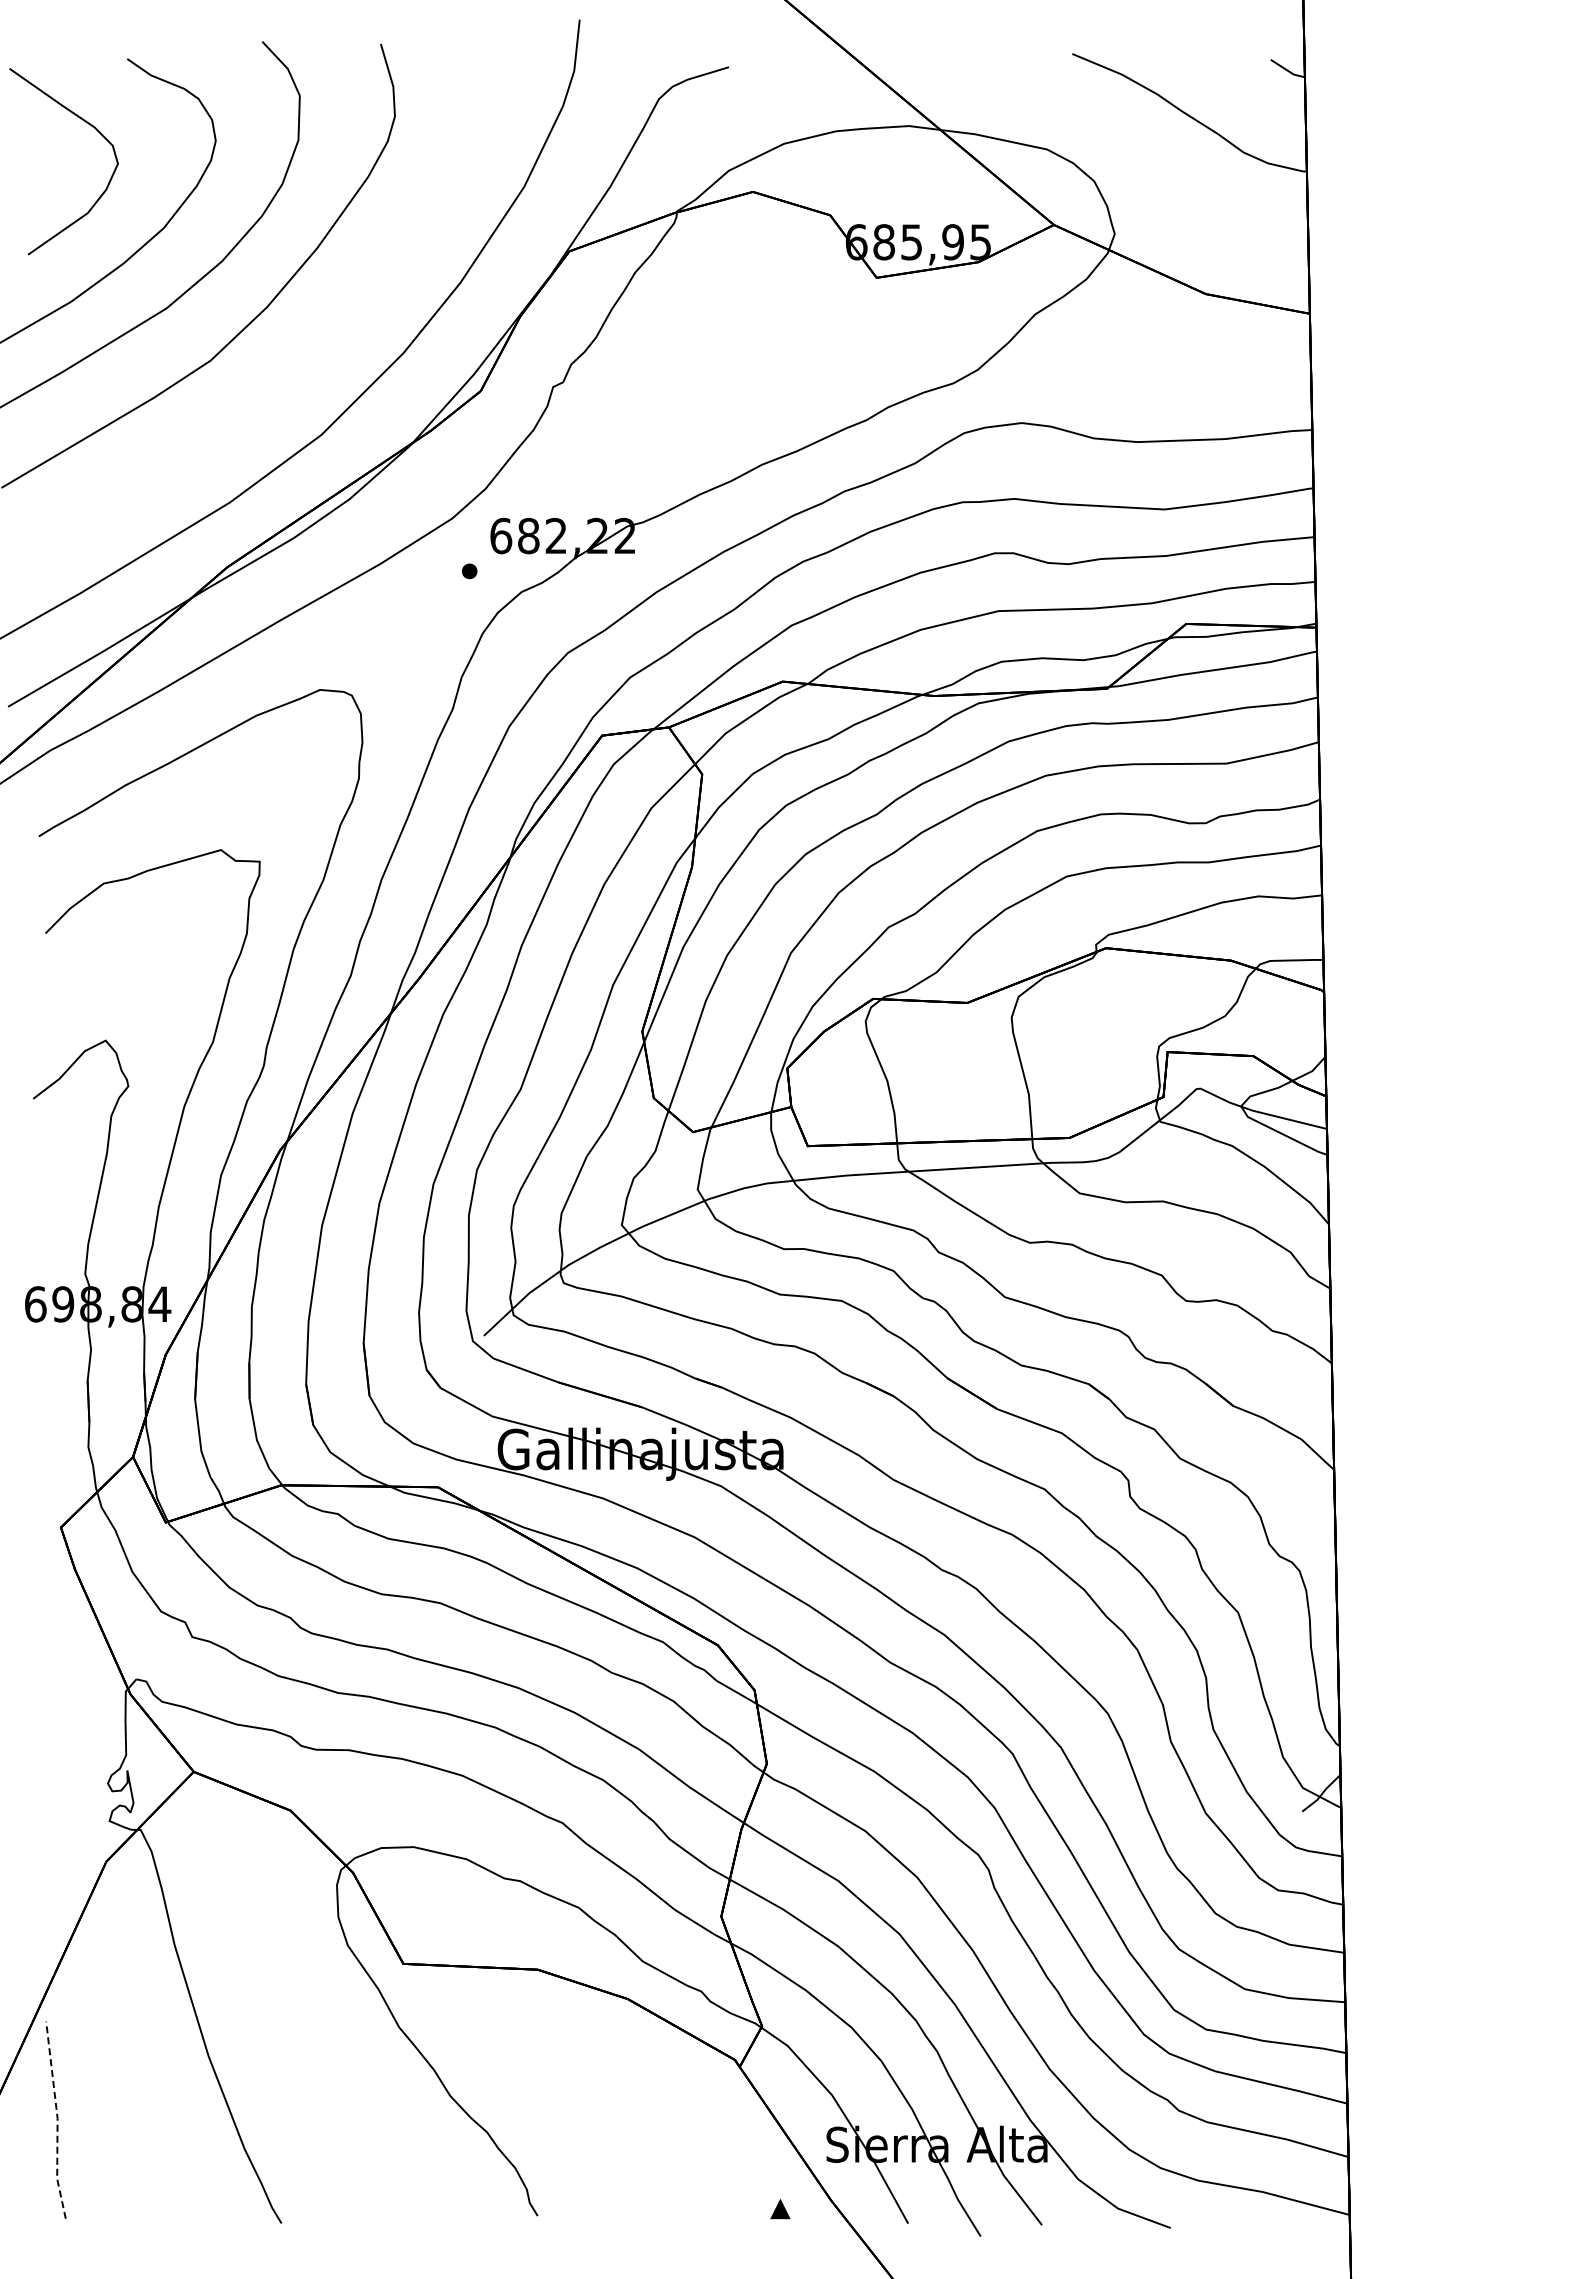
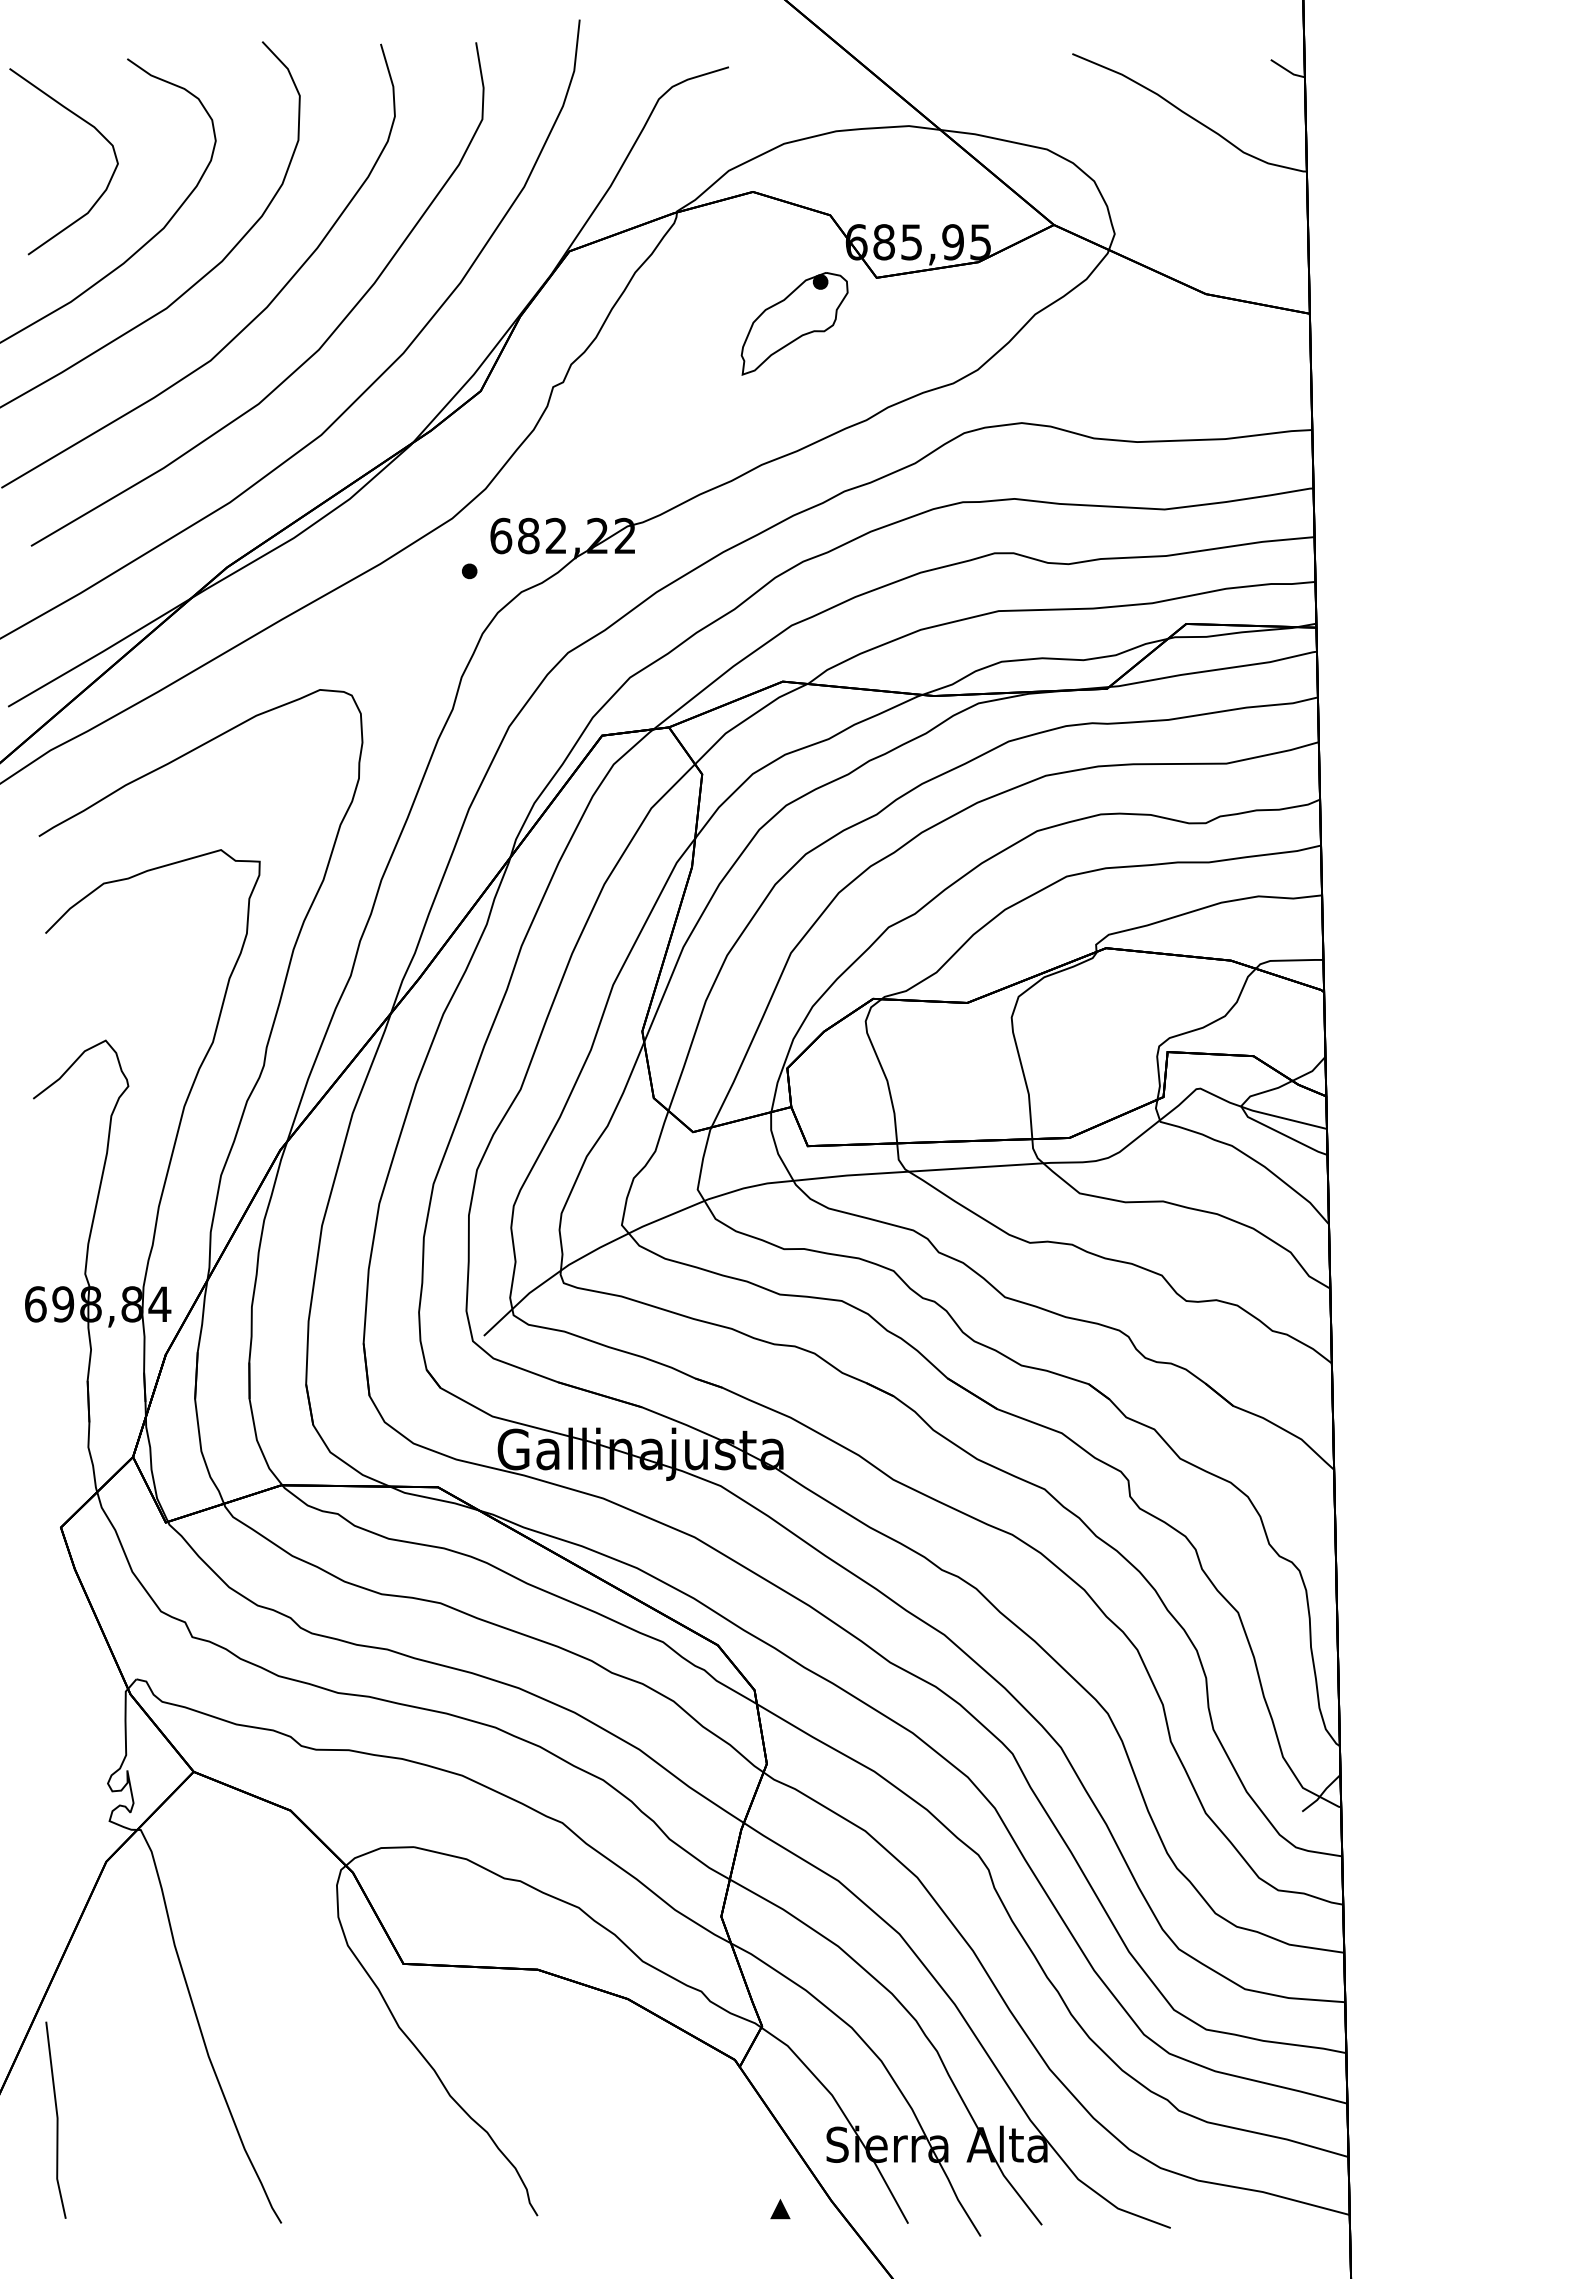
part at (794, 323): none -> present
curve at (308, 357): none -> present
line at (57, 2120): dashed -> solid
